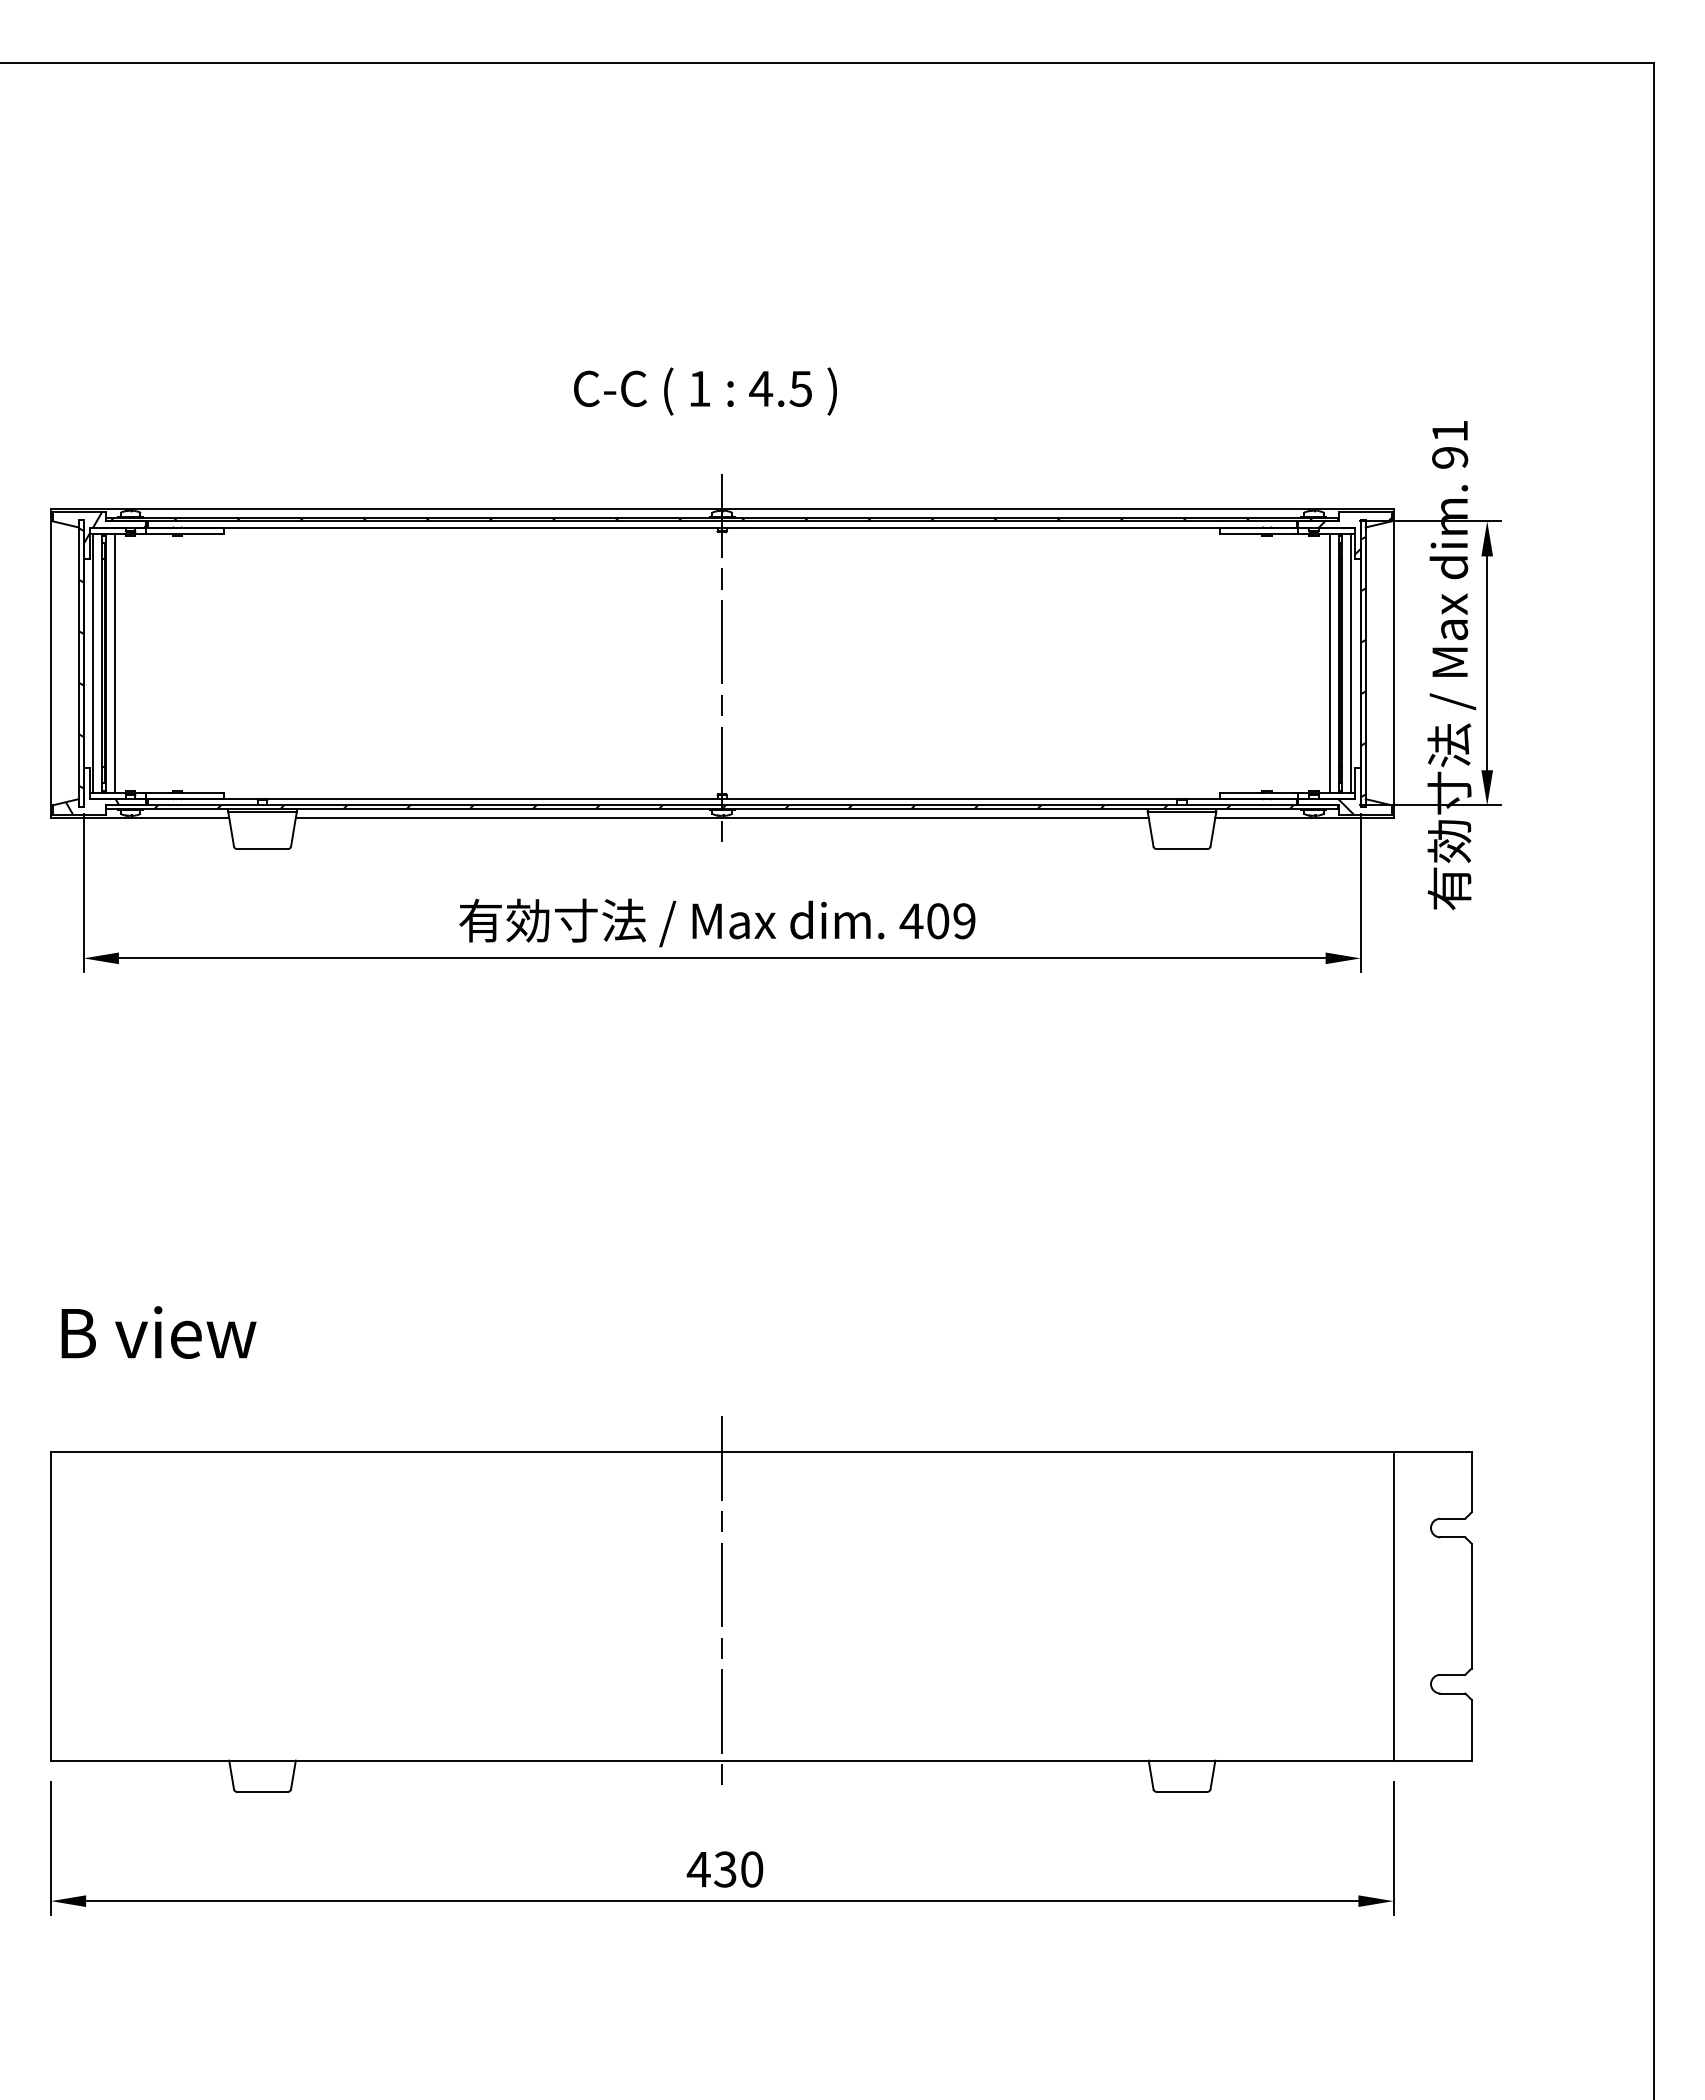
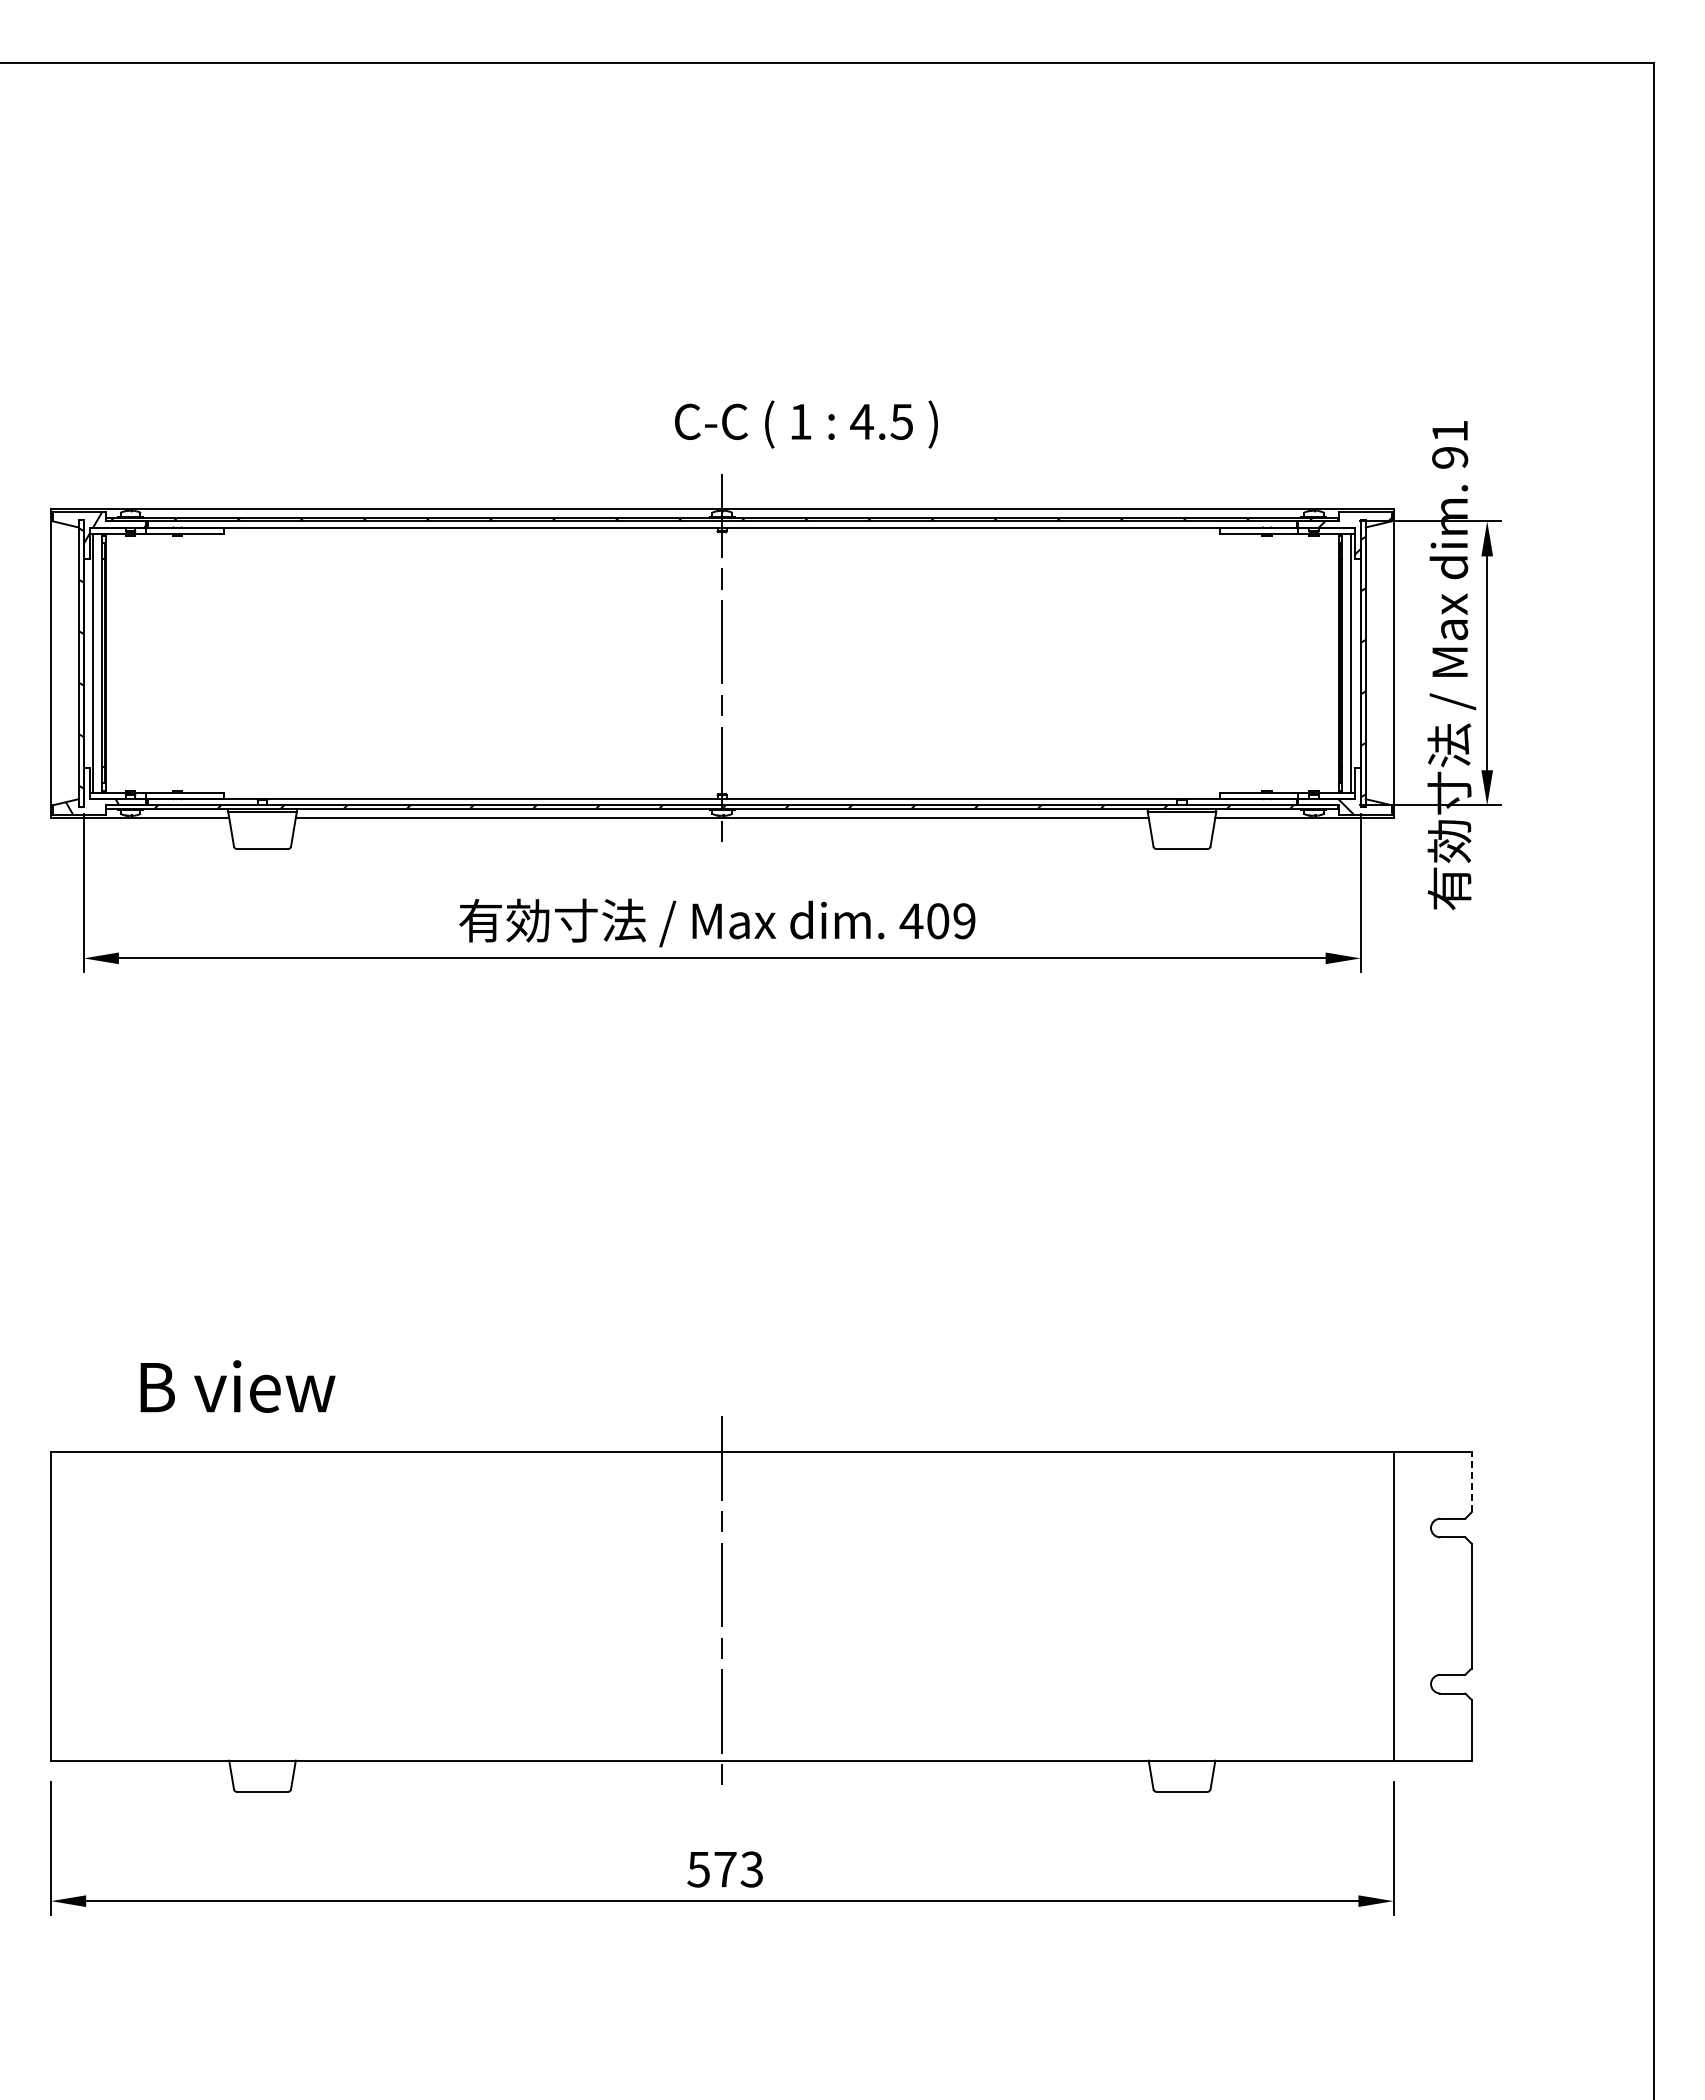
text at (705, 391) position: (705, 391) -> (806, 424)
line at (115, 663): present -> none
line at (1329, 663): present -> none
text at (158, 1332) position: (158, 1332) -> (237, 1386)
line at (1471, 1481): solid -> dashed
text at (724, 1869): 430 -> 573
